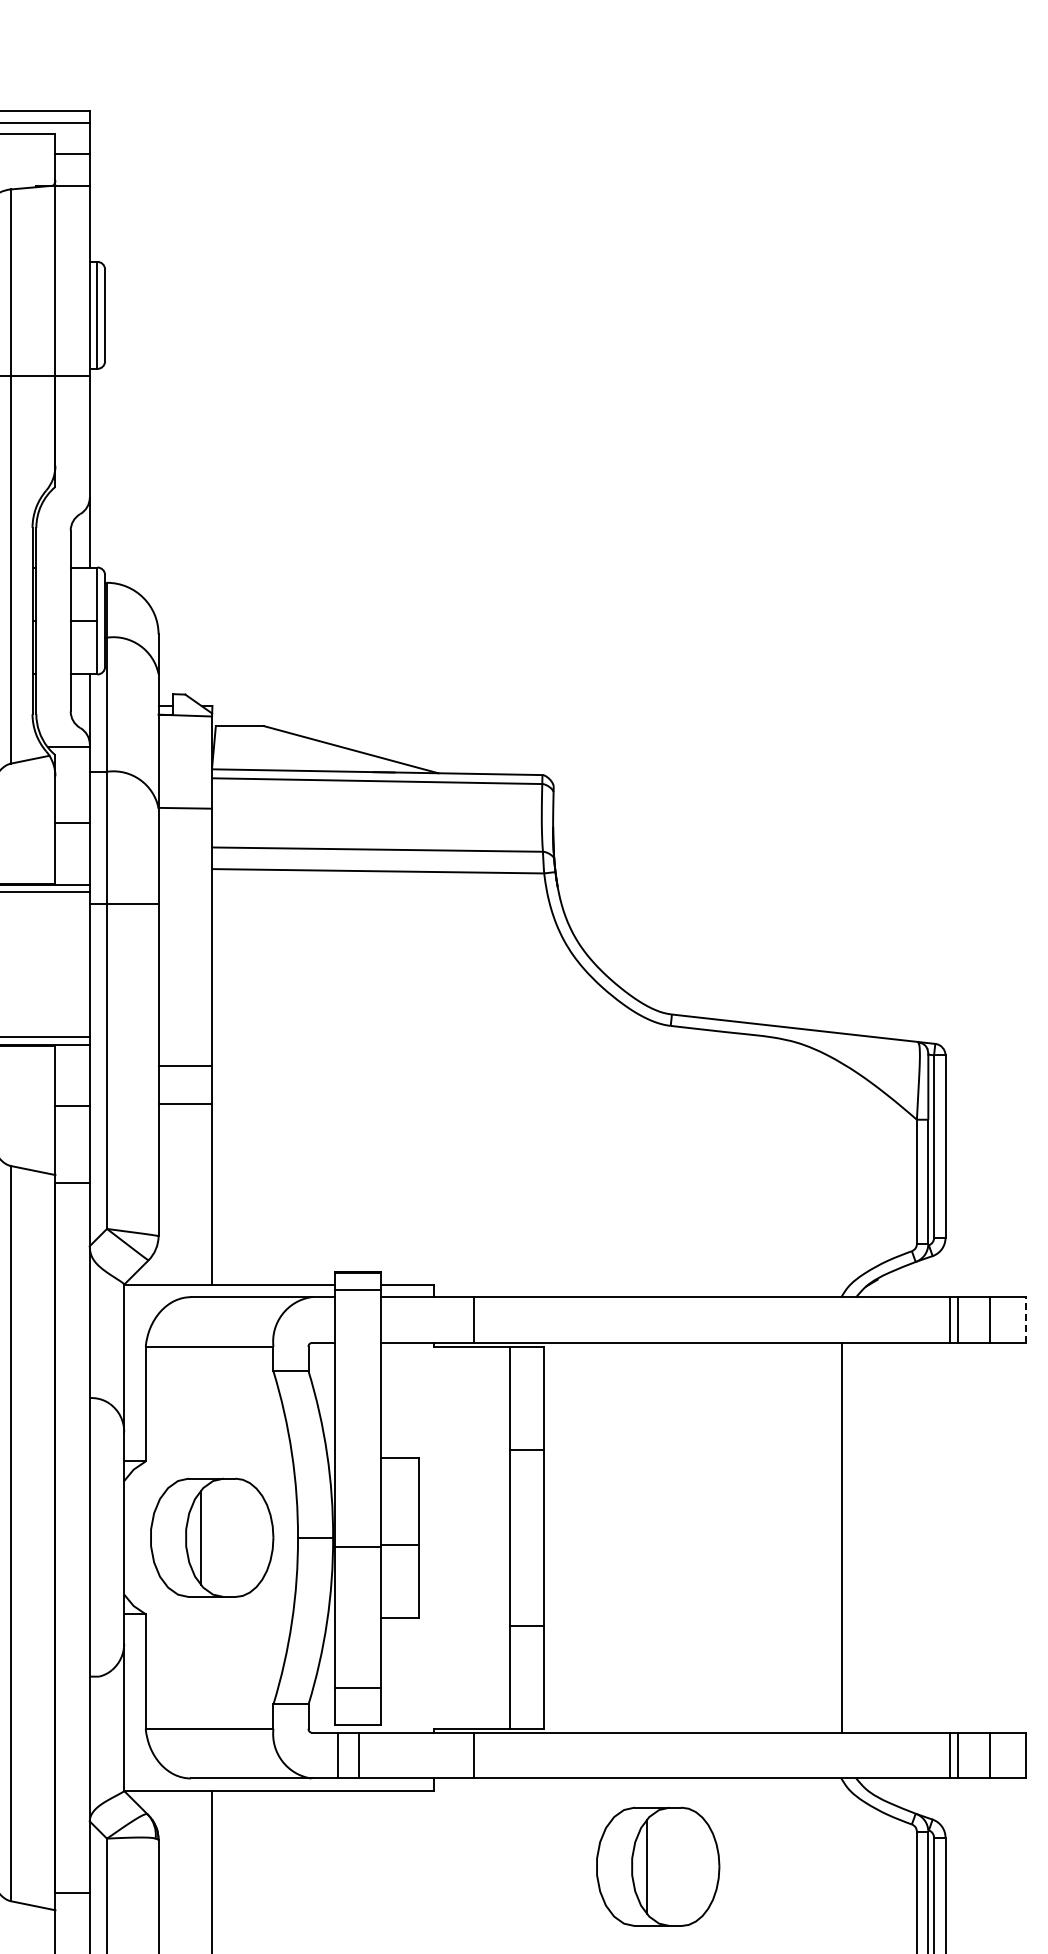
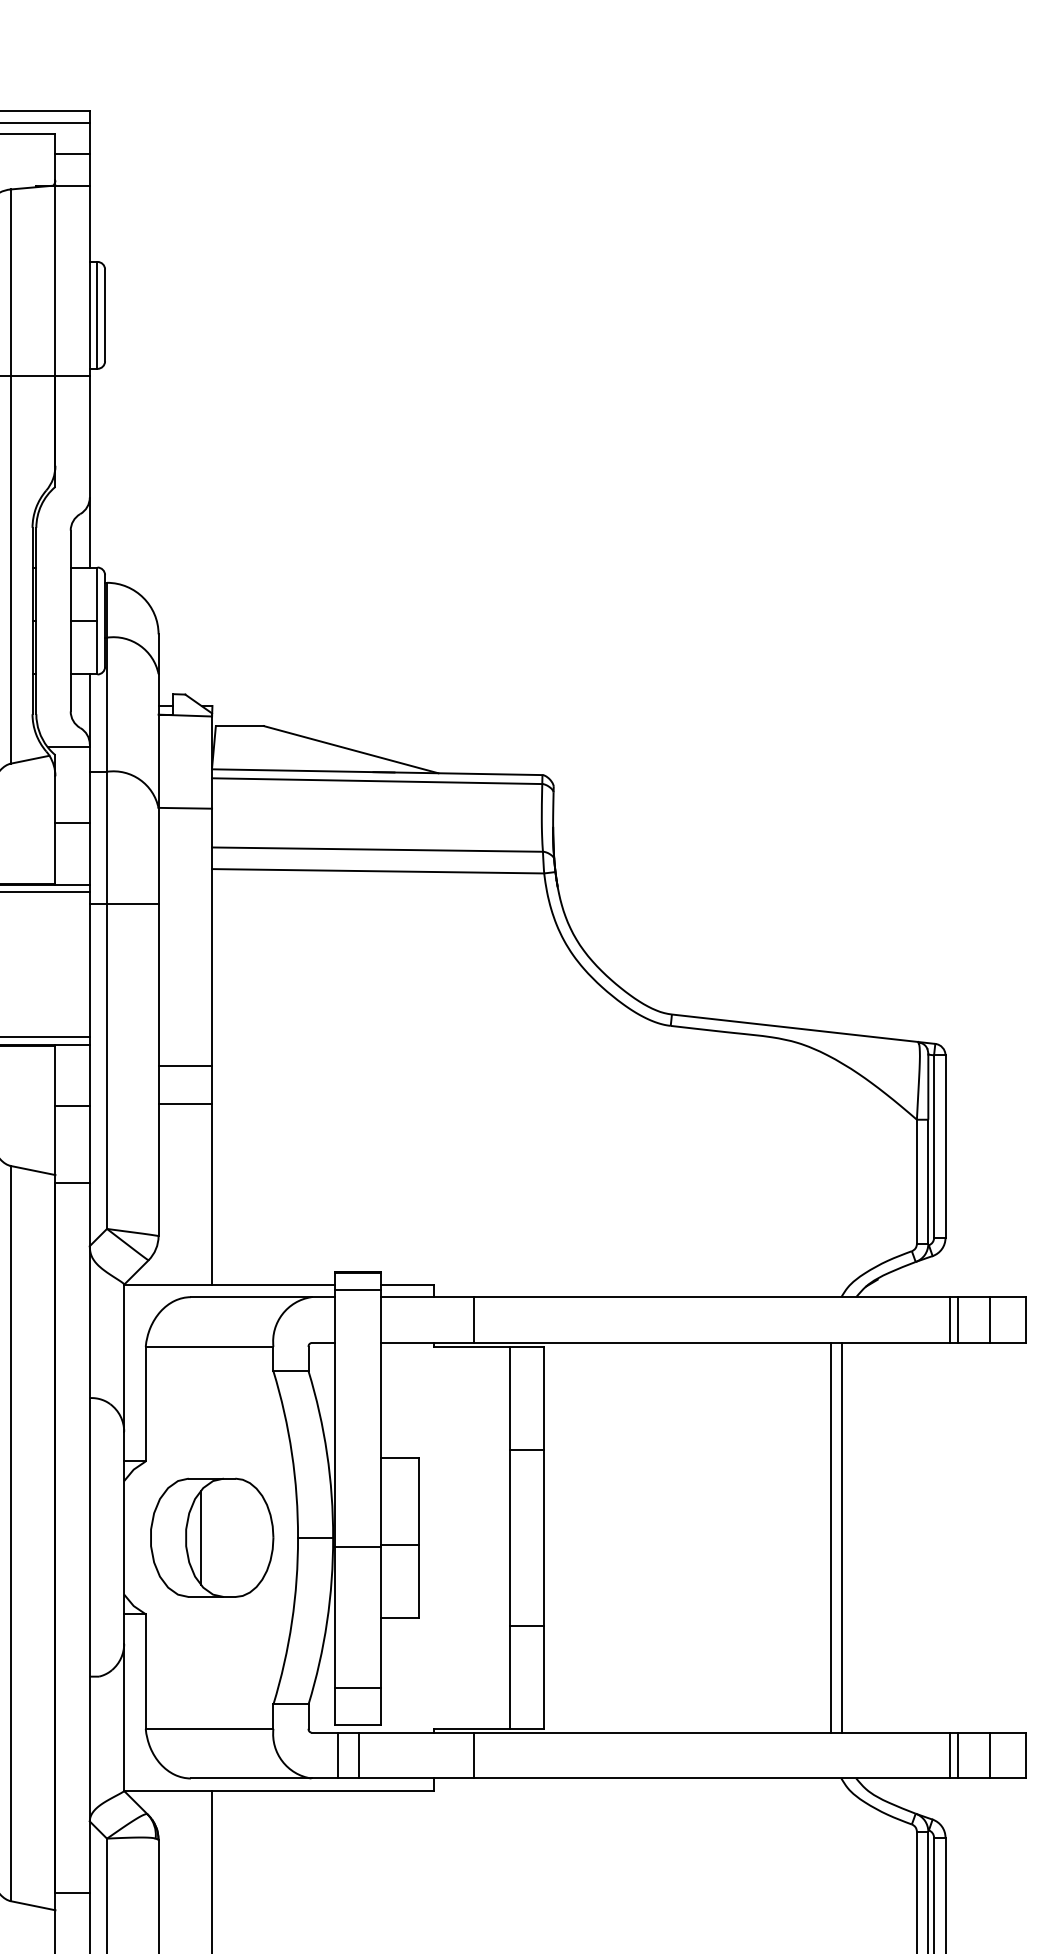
line at (1026, 1320): dashed -> solid
line at (830, 1537): none -> present
part at (658, 1866): present -> none
